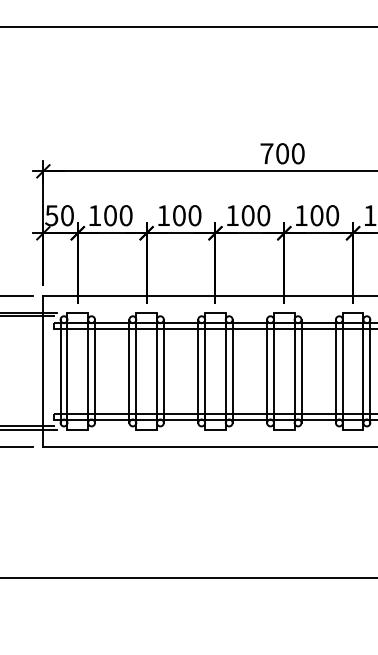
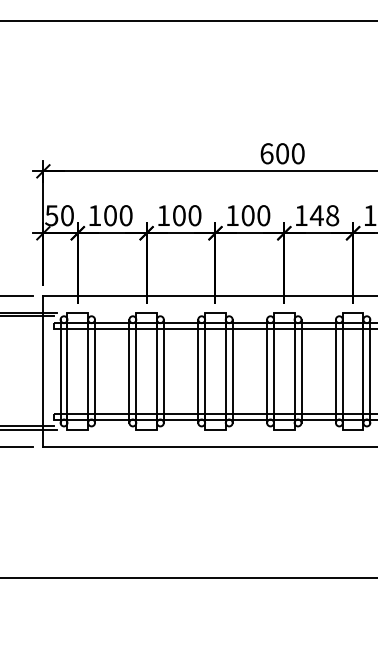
line at (188, 27) position: (188, 27) -> (188, 21)
text at (266, 153): 700 -> 600
text at (324, 215): 100 -> 148
